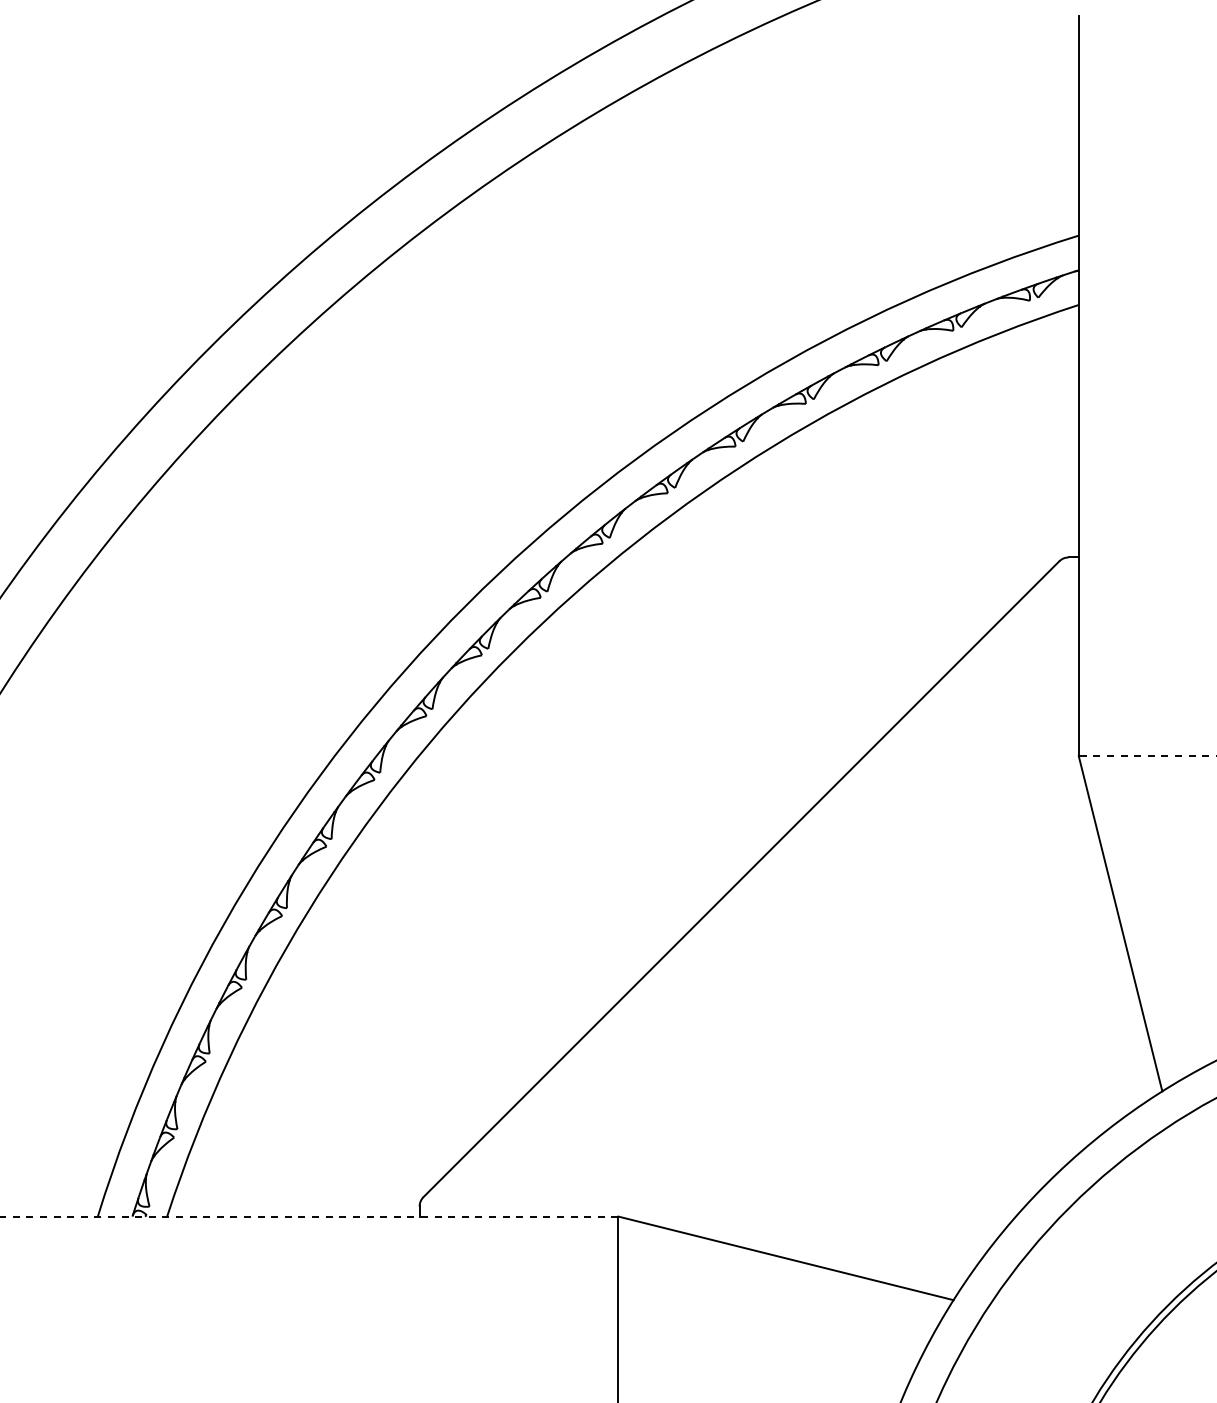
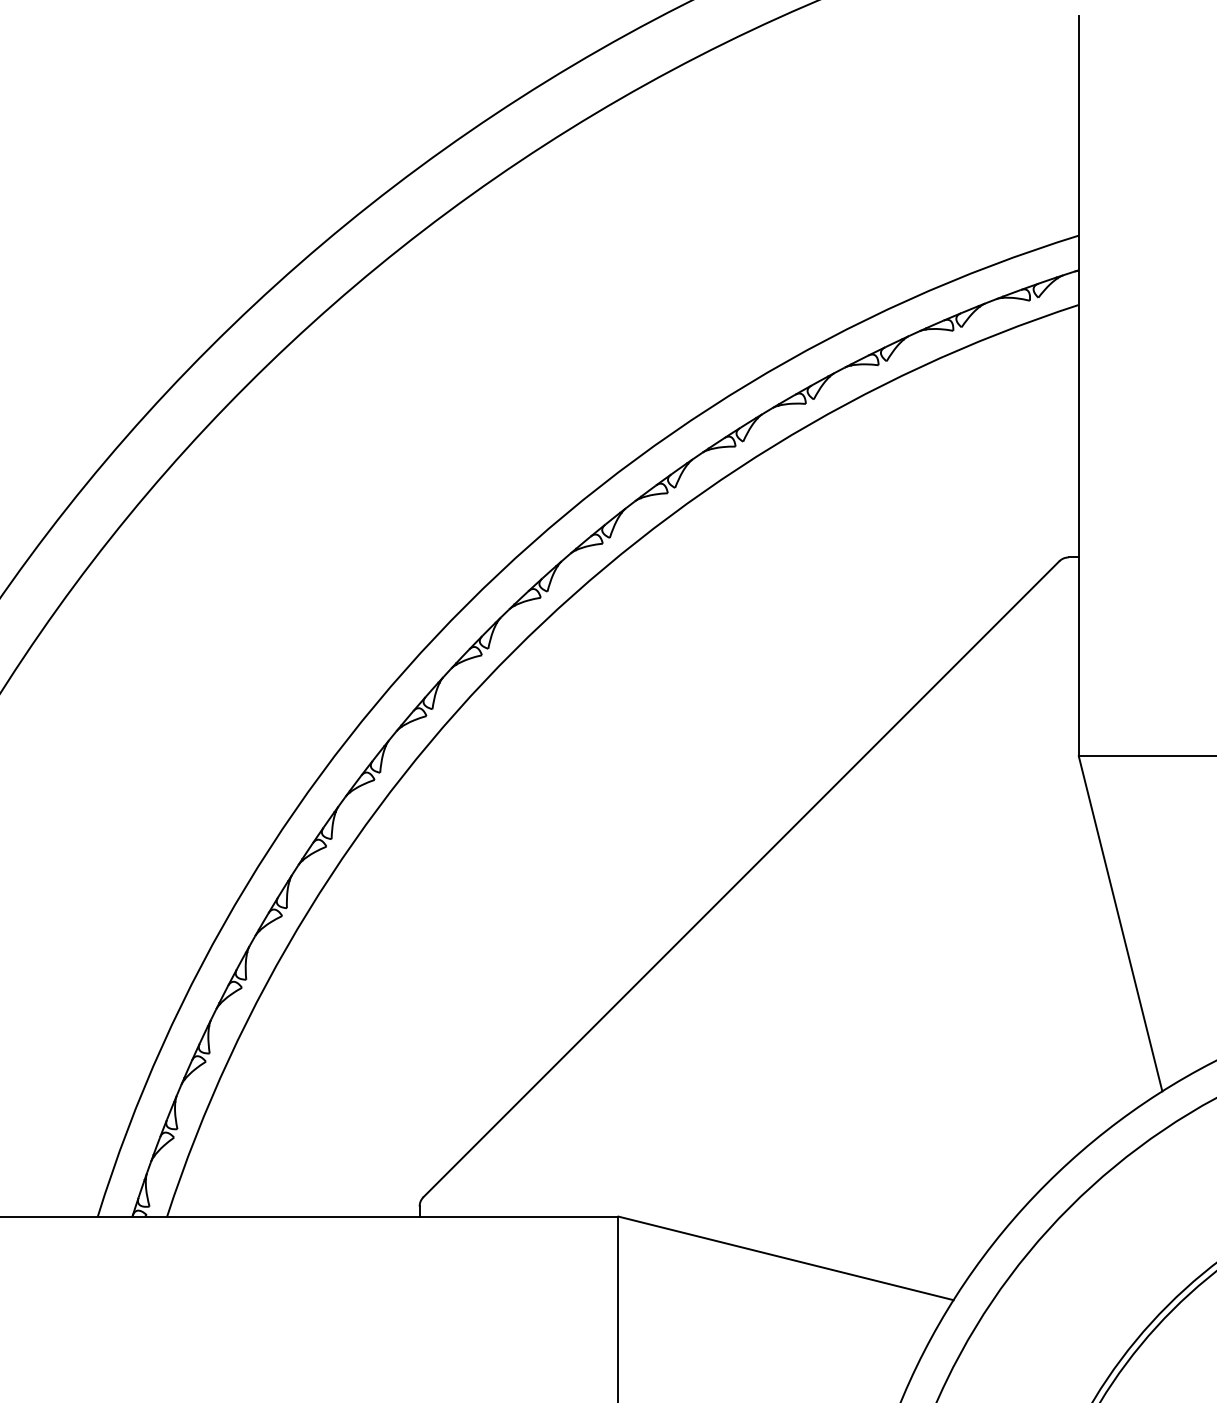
line at (1147, 756): dashed -> solid
line at (308, 1216): dashed -> solid
